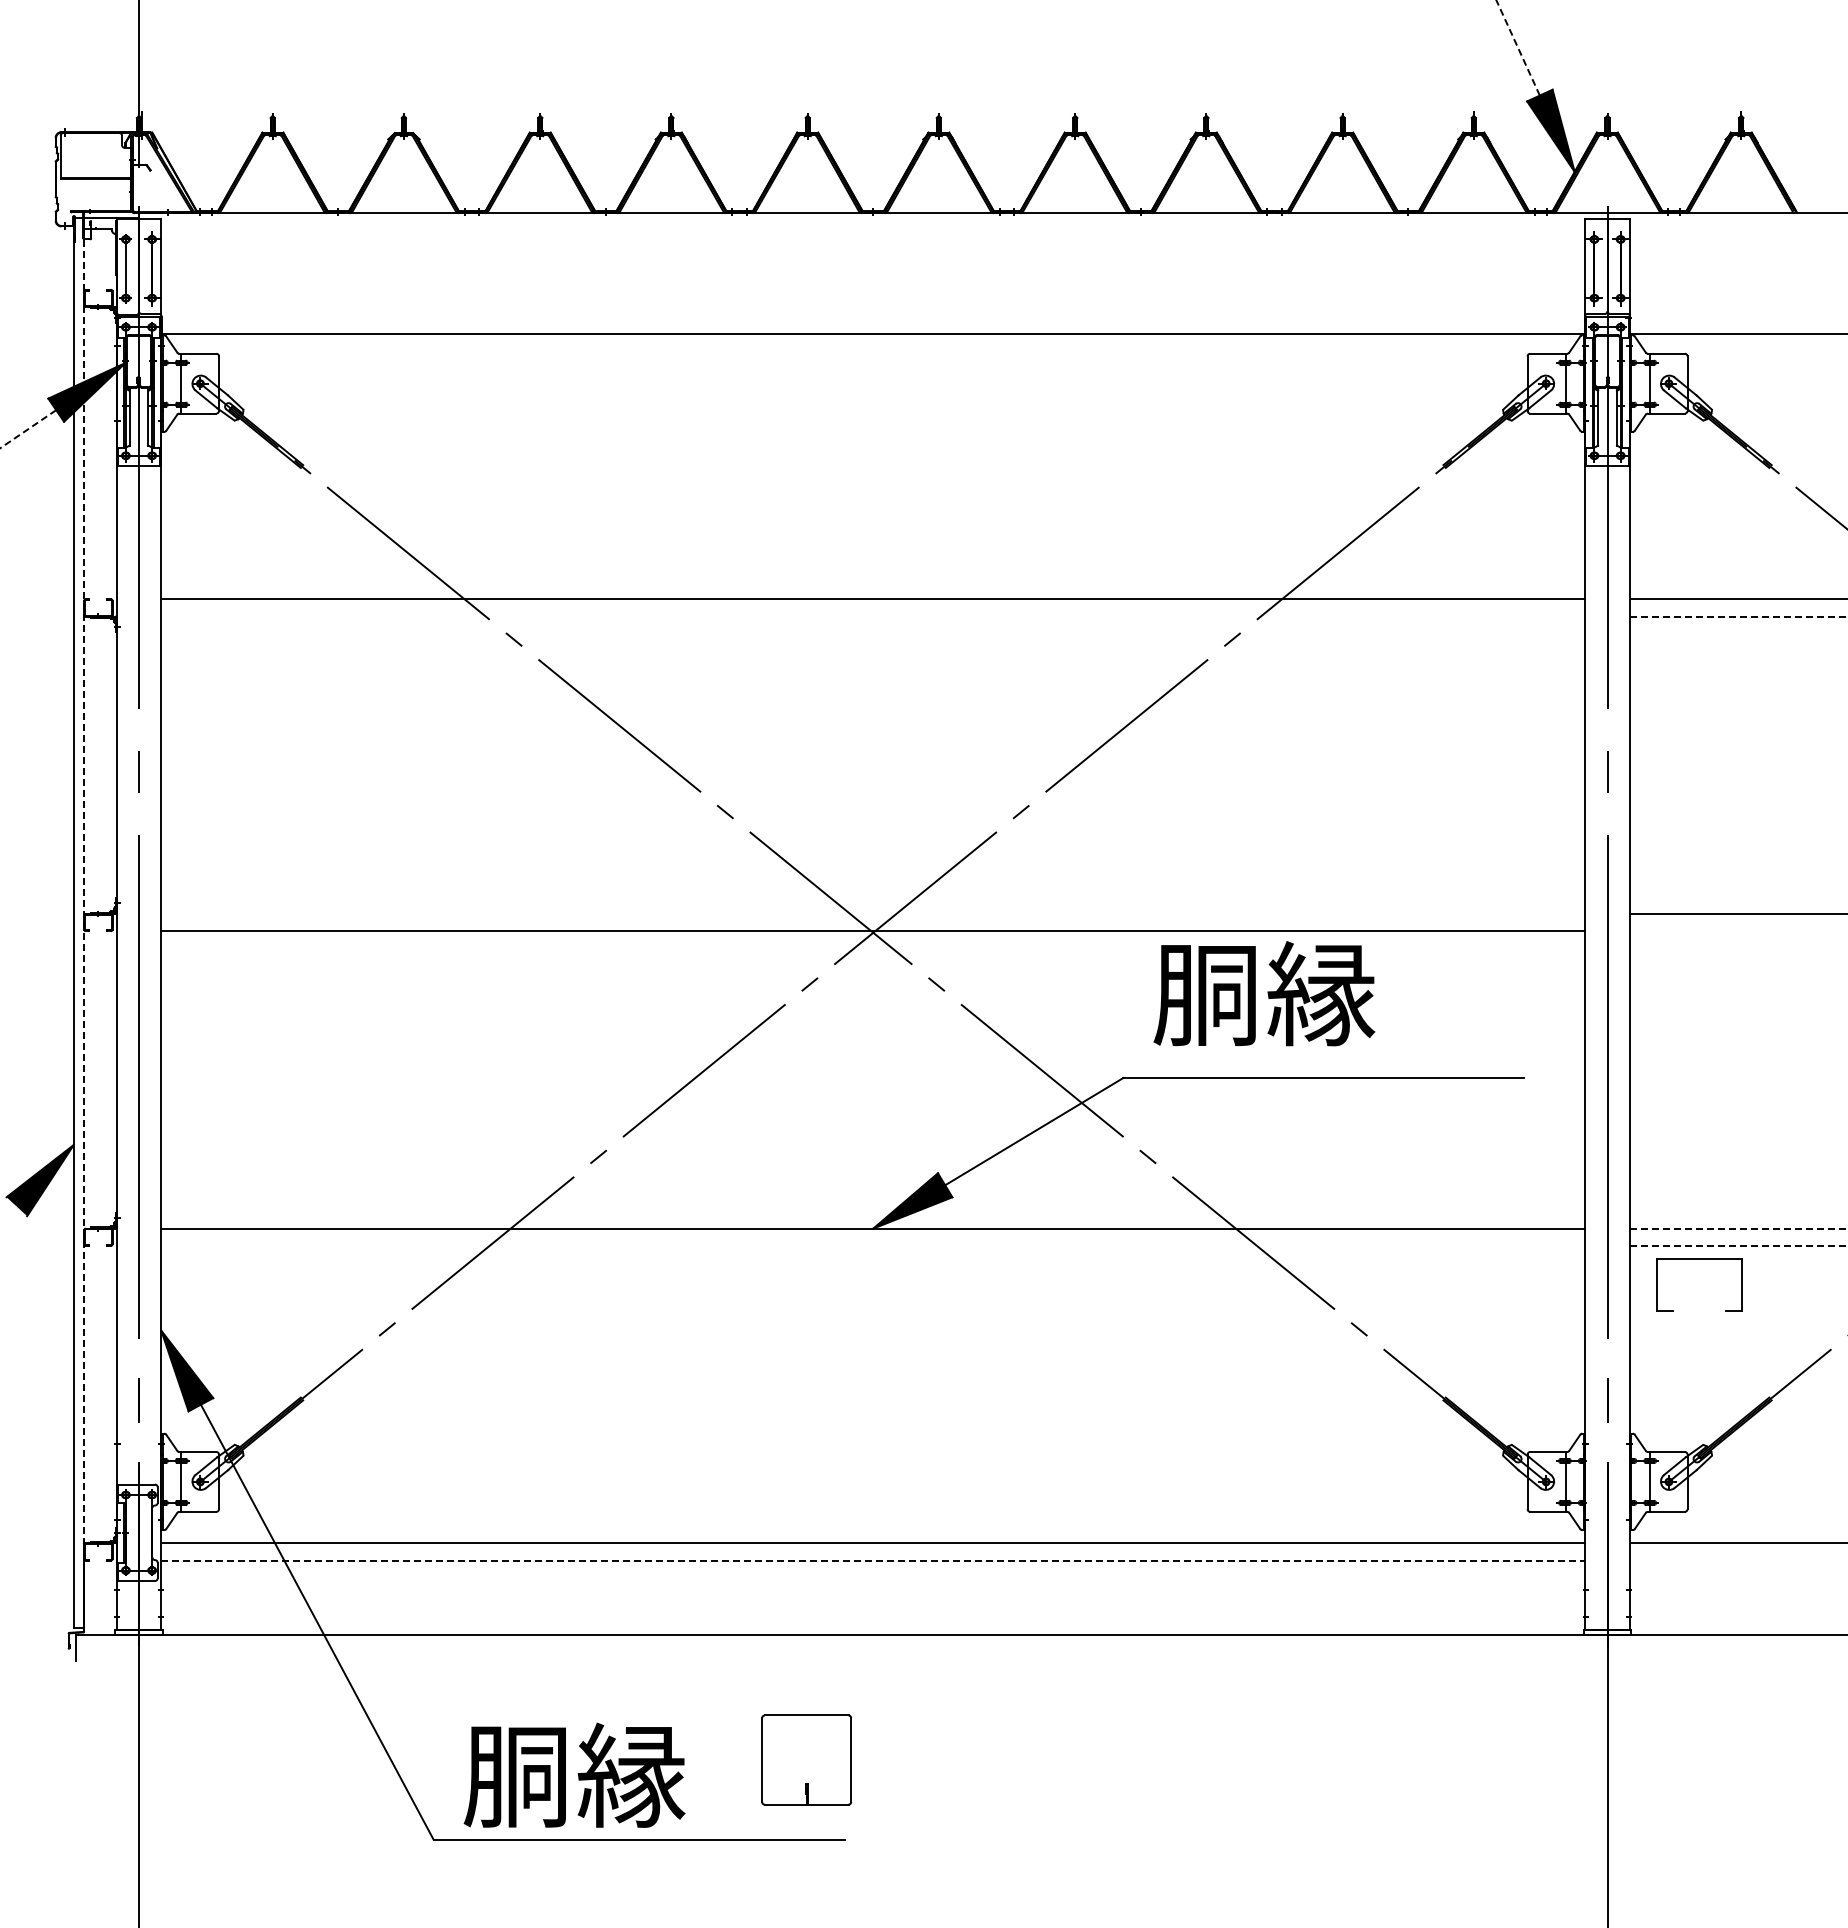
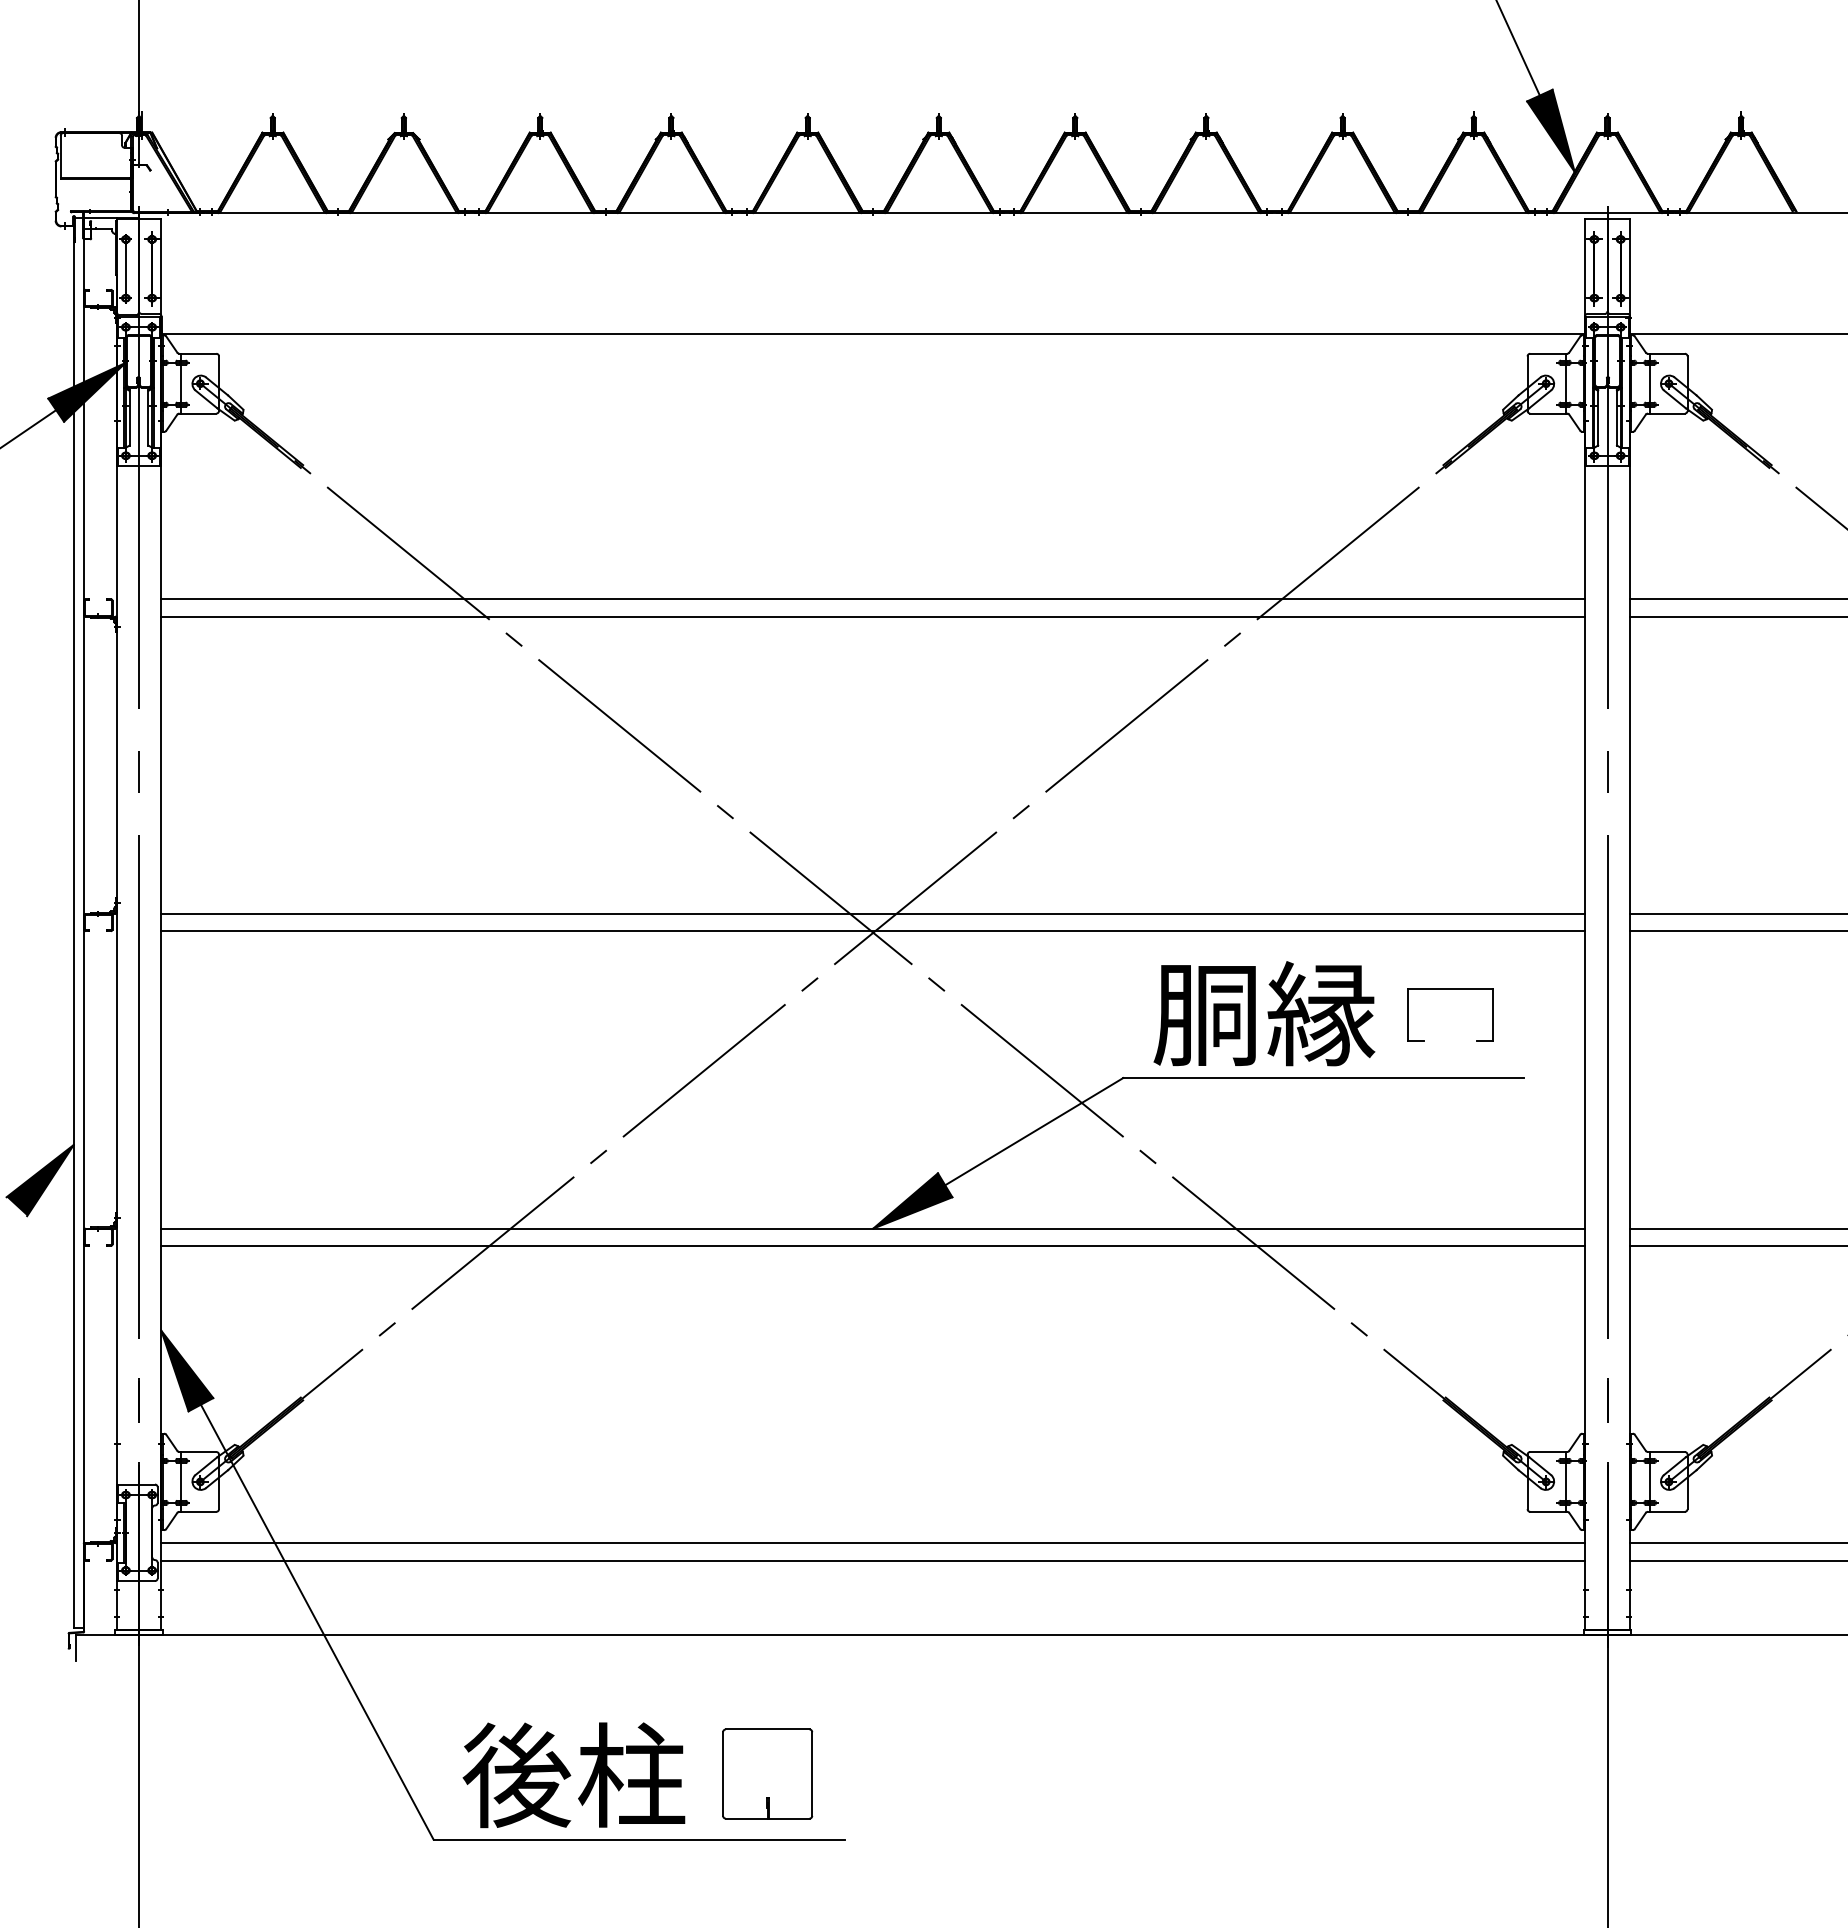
line at (1517, 47): dashed -> solid
line at (28, 429): dashed -> solid
line at (873, 616): none -> present
line at (1738, 616): dashed -> solid
line at (873, 913): none -> present
line at (84, 922): dashed -> solid
line at (1736, 931): none -> present
text at (1264, 993) position: (1264, 993) -> (1264, 1013)
line at (1738, 1228): dashed -> solid
line at (873, 1245): none -> present
line at (1738, 1245): dashed -> solid
part at (1699, 1259) position: (1699, 1259) -> (1450, 989)
line at (873, 1560): dashed -> solid
line at (1736, 1560): none -> present
part at (806, 1759) position: (806, 1759) -> (767, 1773)
text at (573, 1775): 胴縁 -> 後柱
